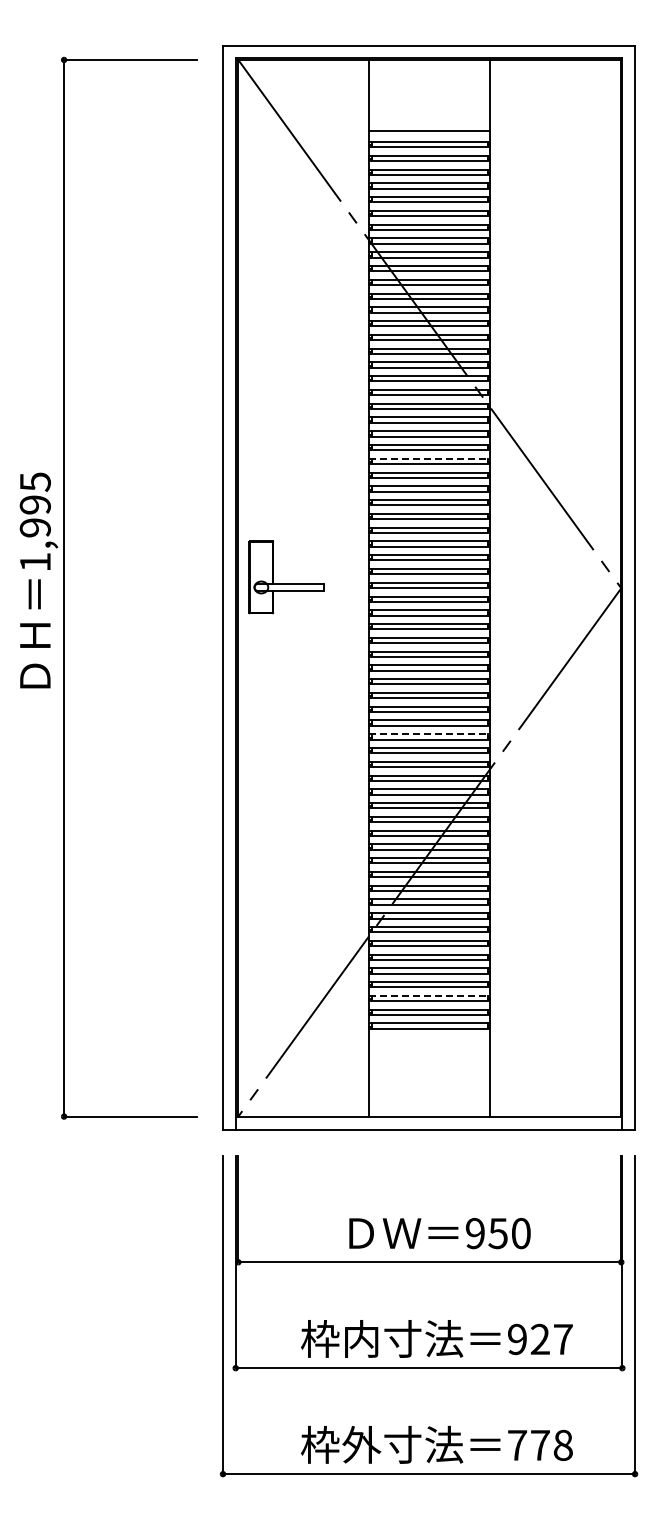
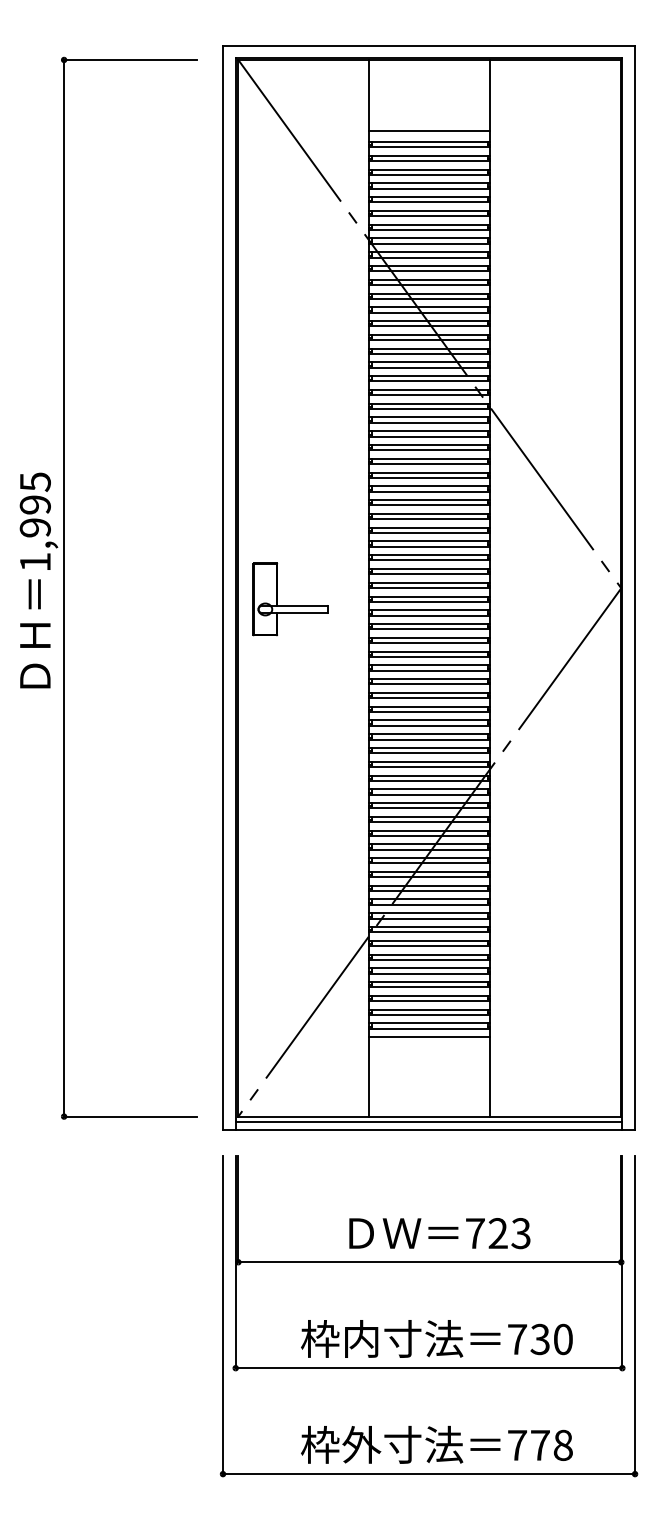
line at (430, 458): dashed -> solid
part at (286, 577) position: (286, 577) -> (290, 599)
line at (430, 734): dashed -> solid
line at (430, 995): dashed -> solid
line at (429, 1037): none -> present
line at (428, 1121): none -> present
text at (497, 1233): 950 -> 723
text at (540, 1339): 927 -> 730
